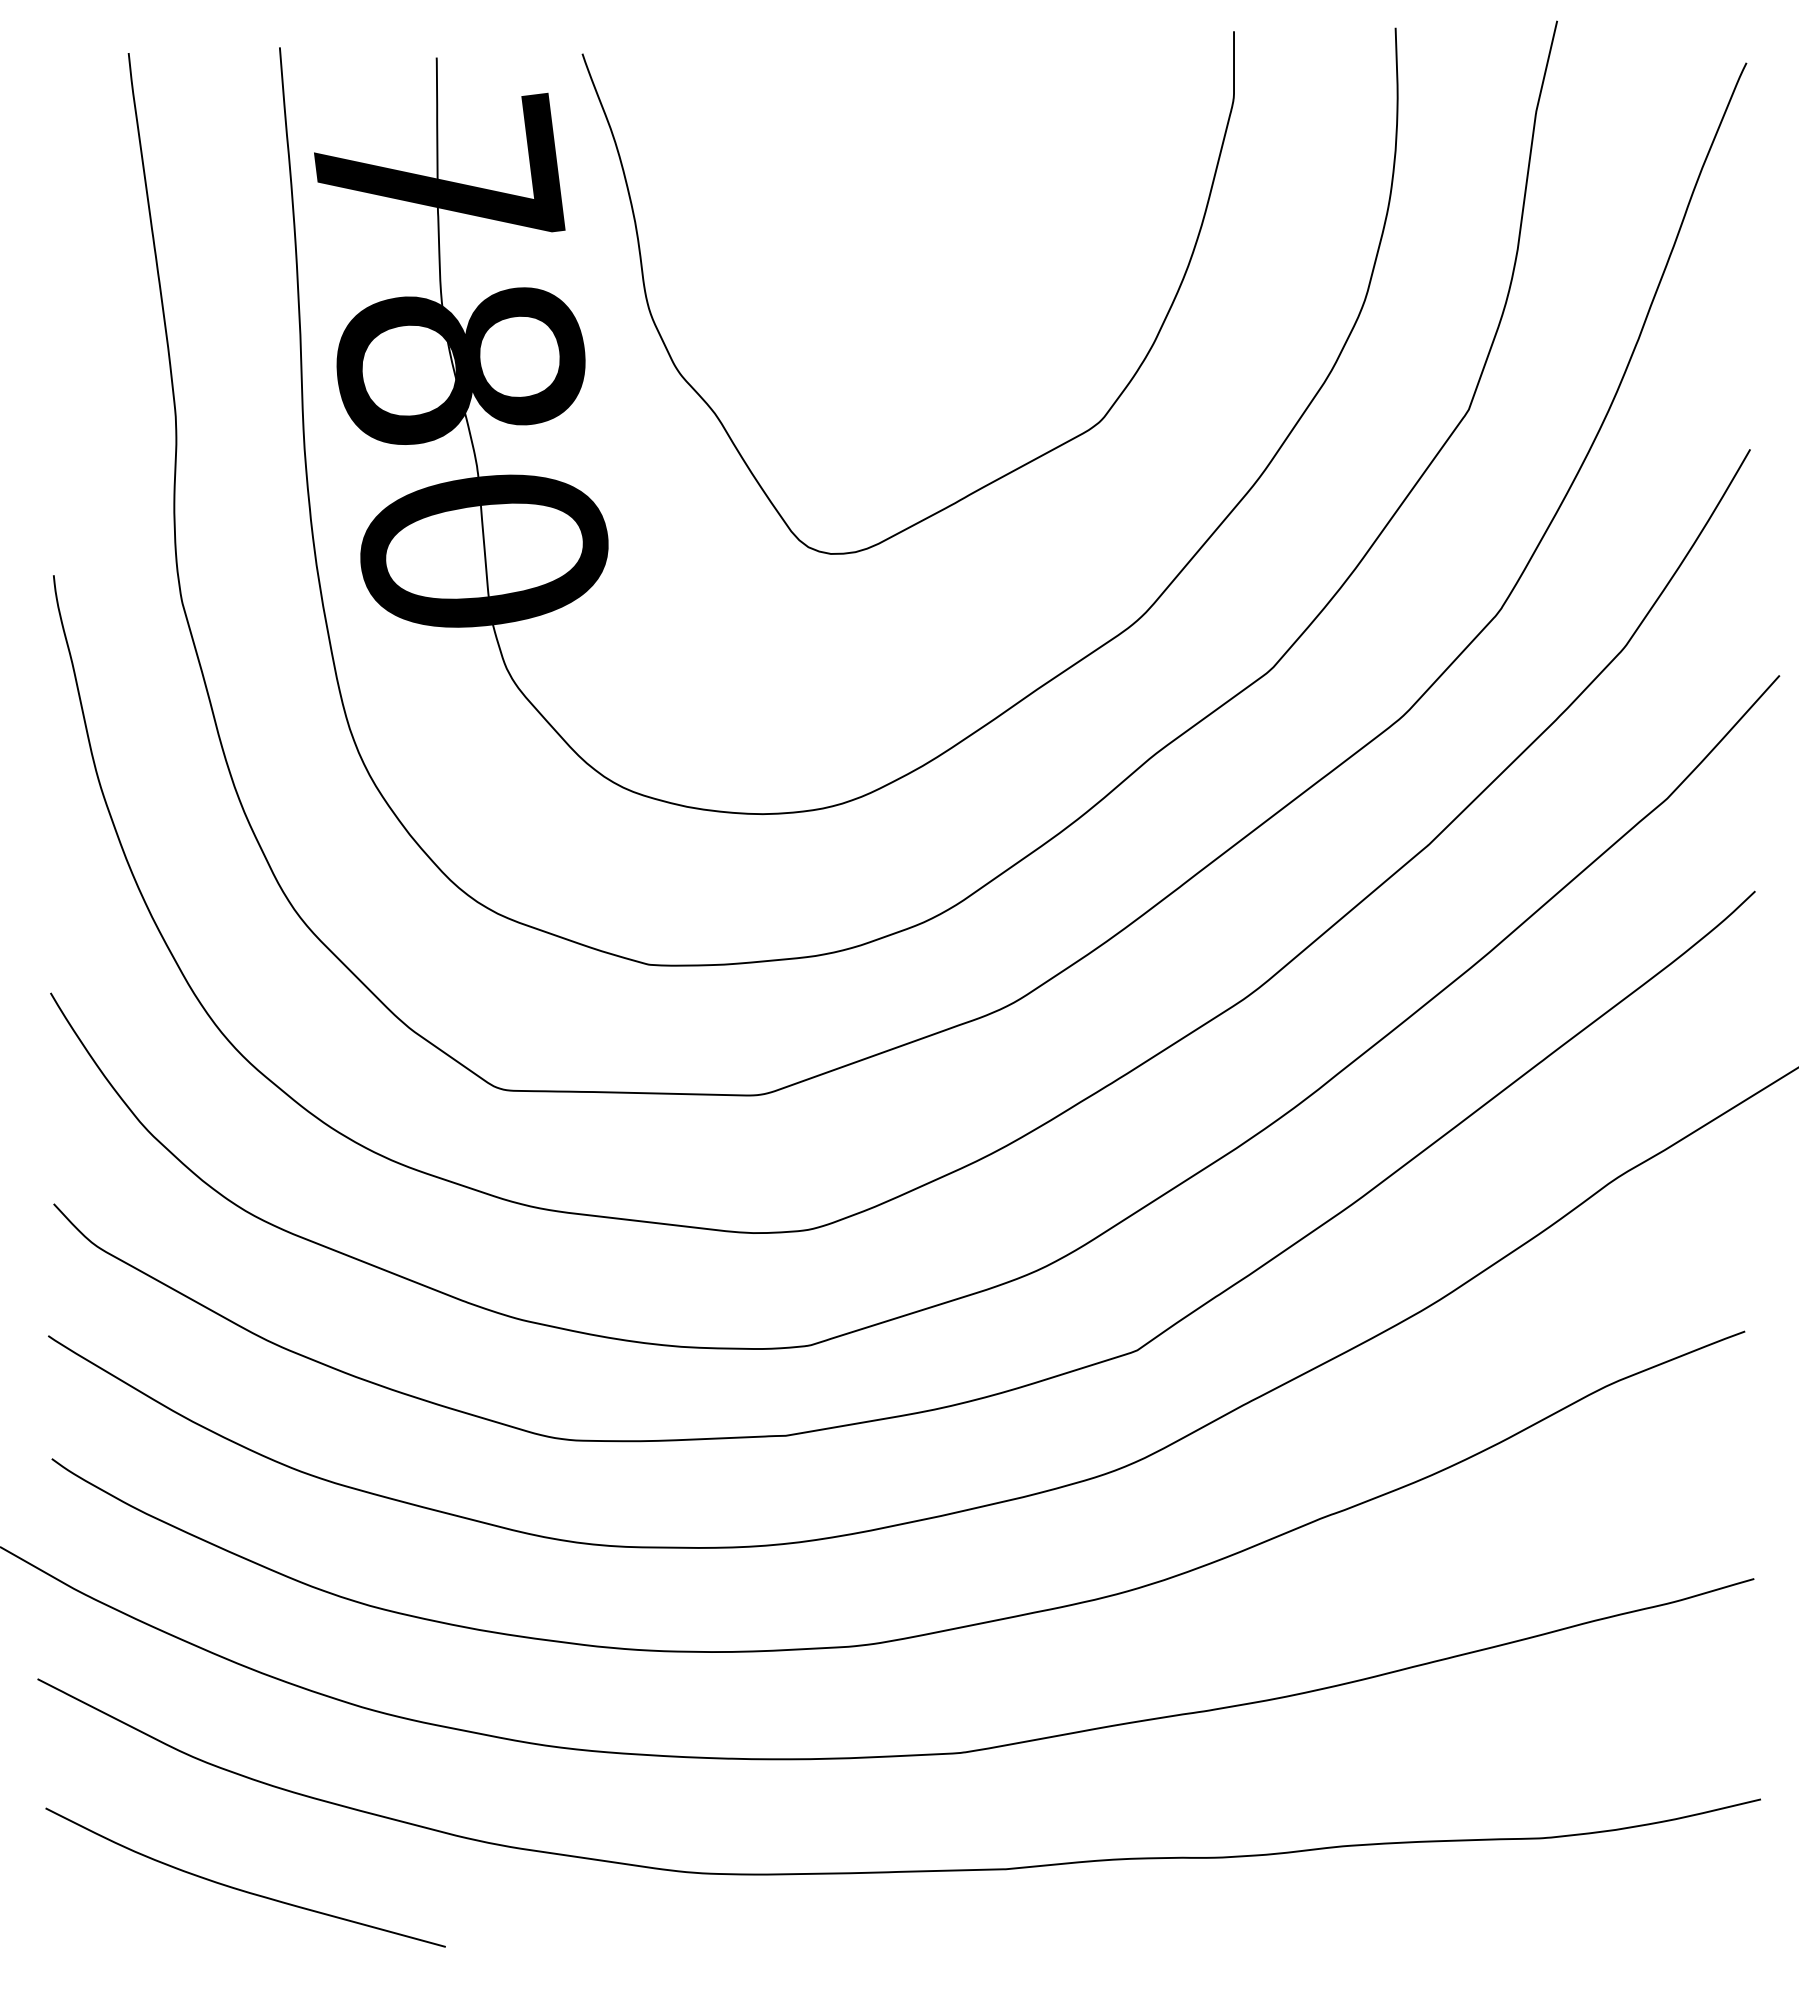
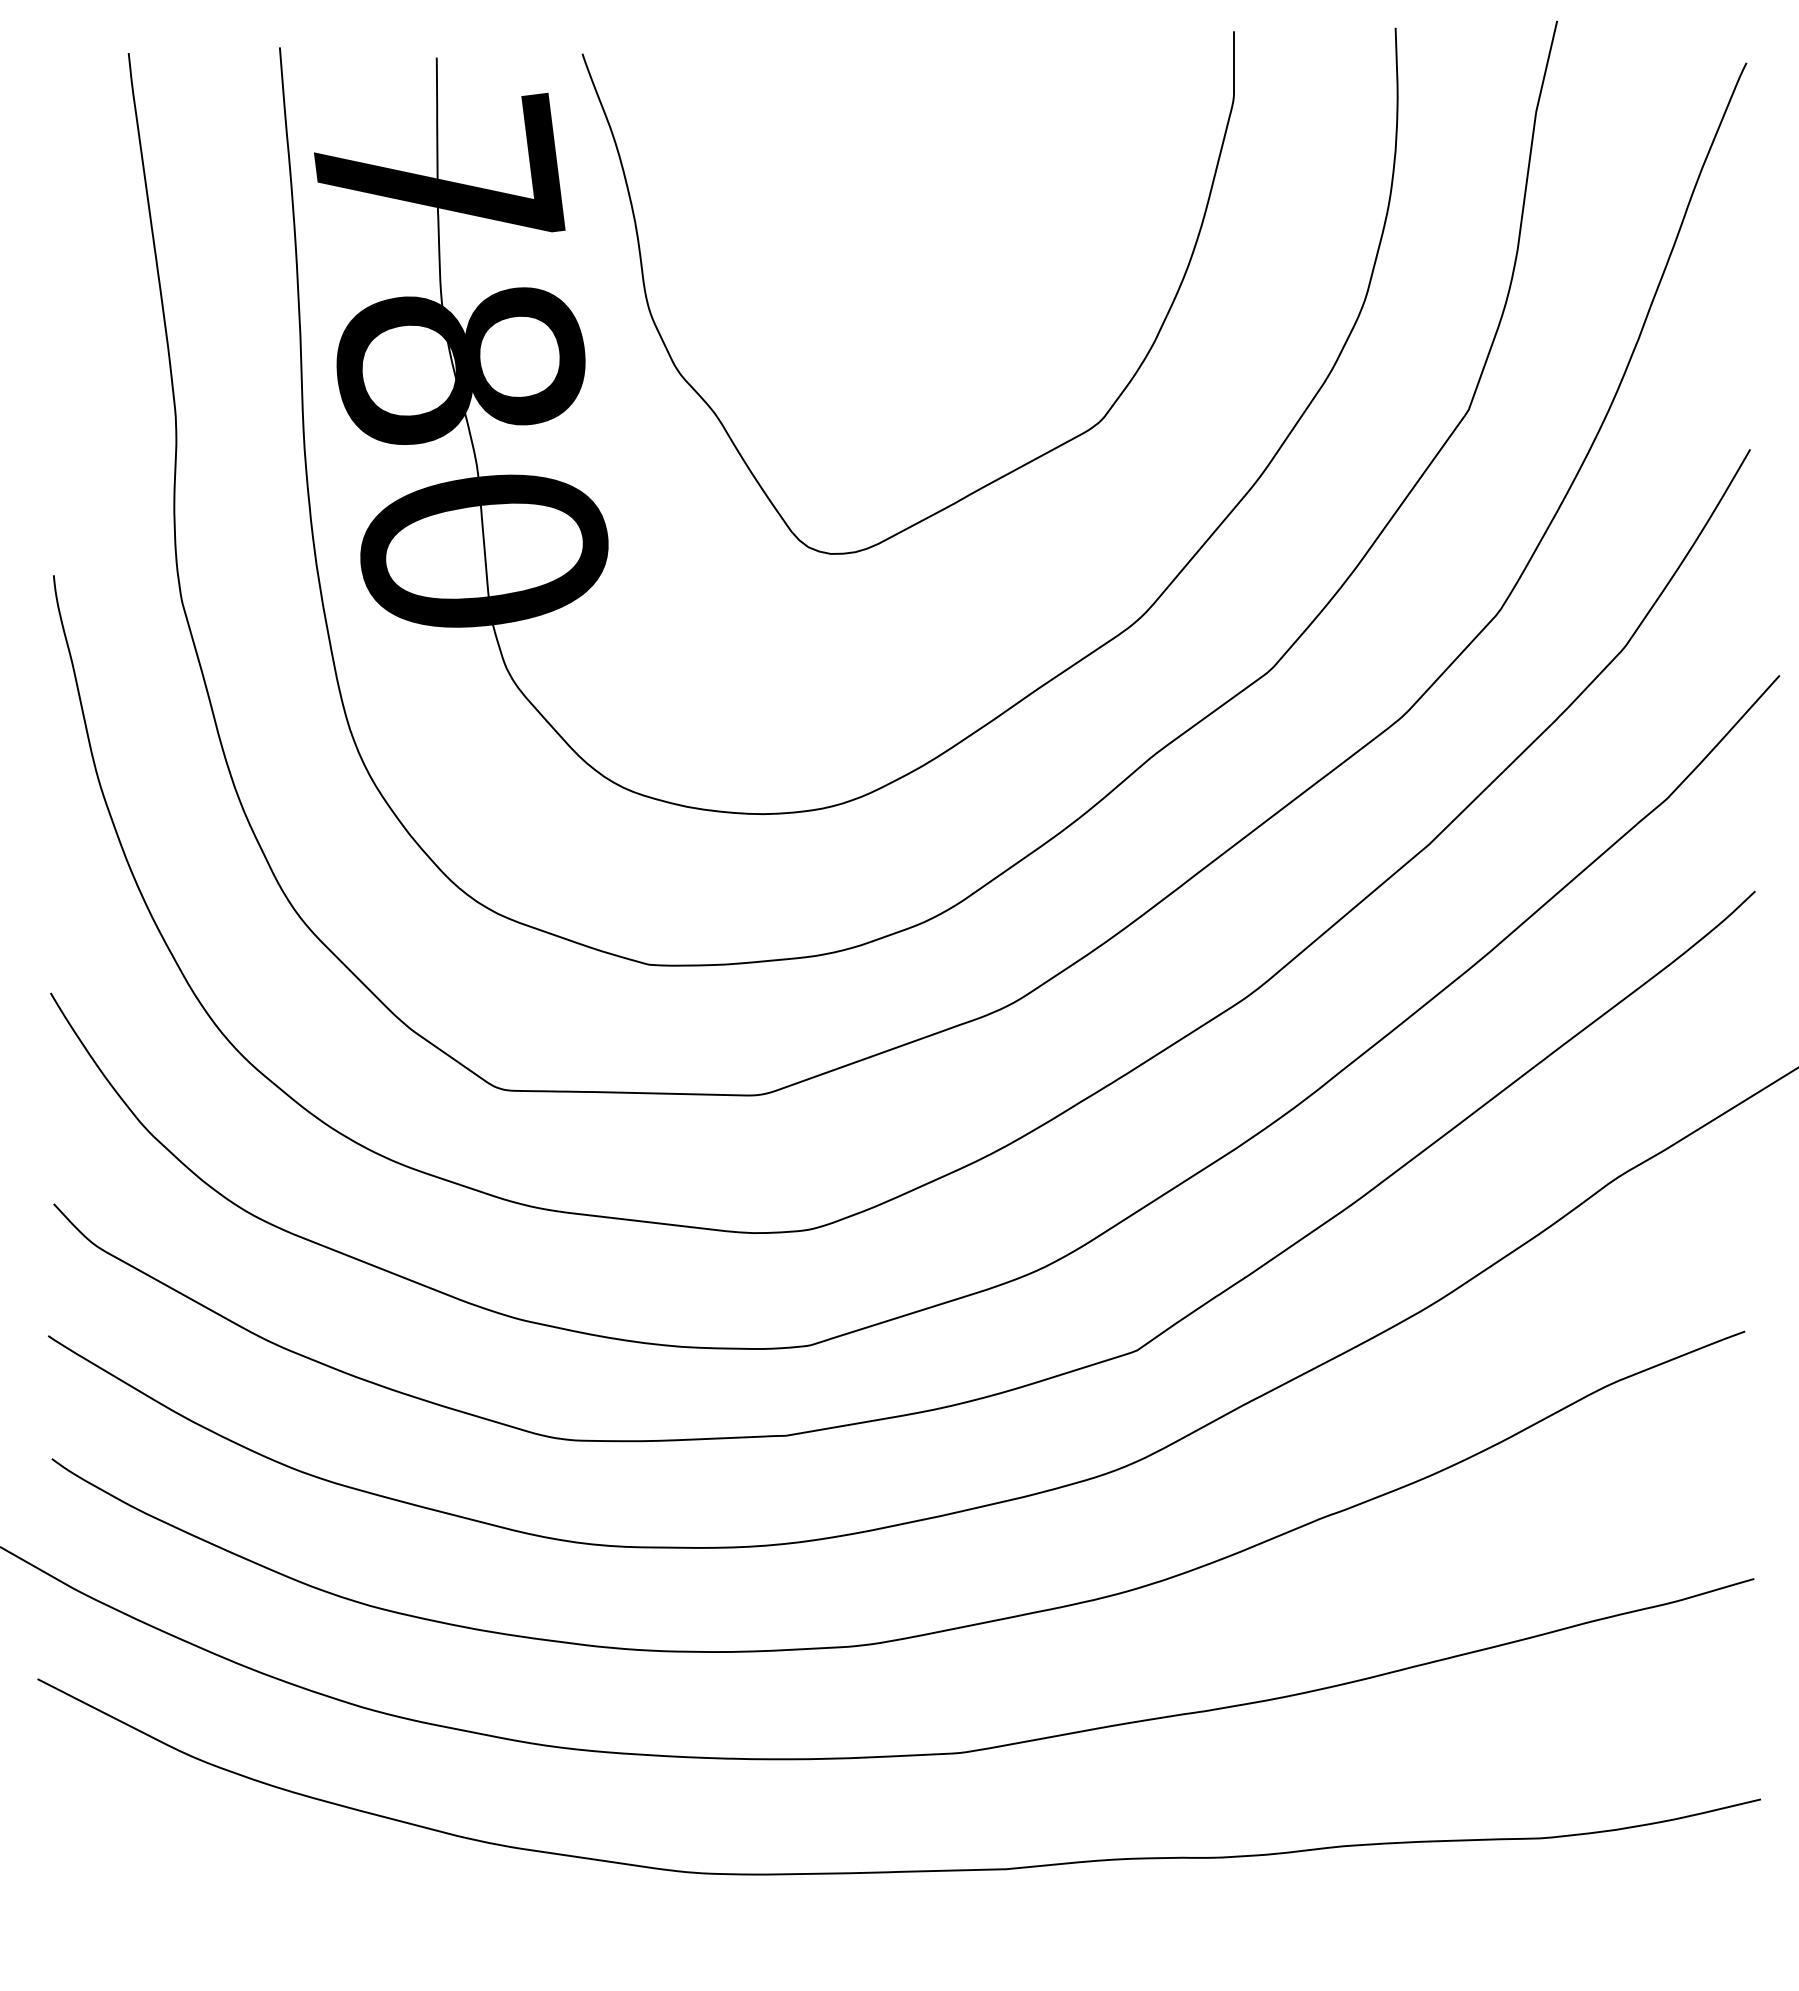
curve at (242, 1889): present -> none
